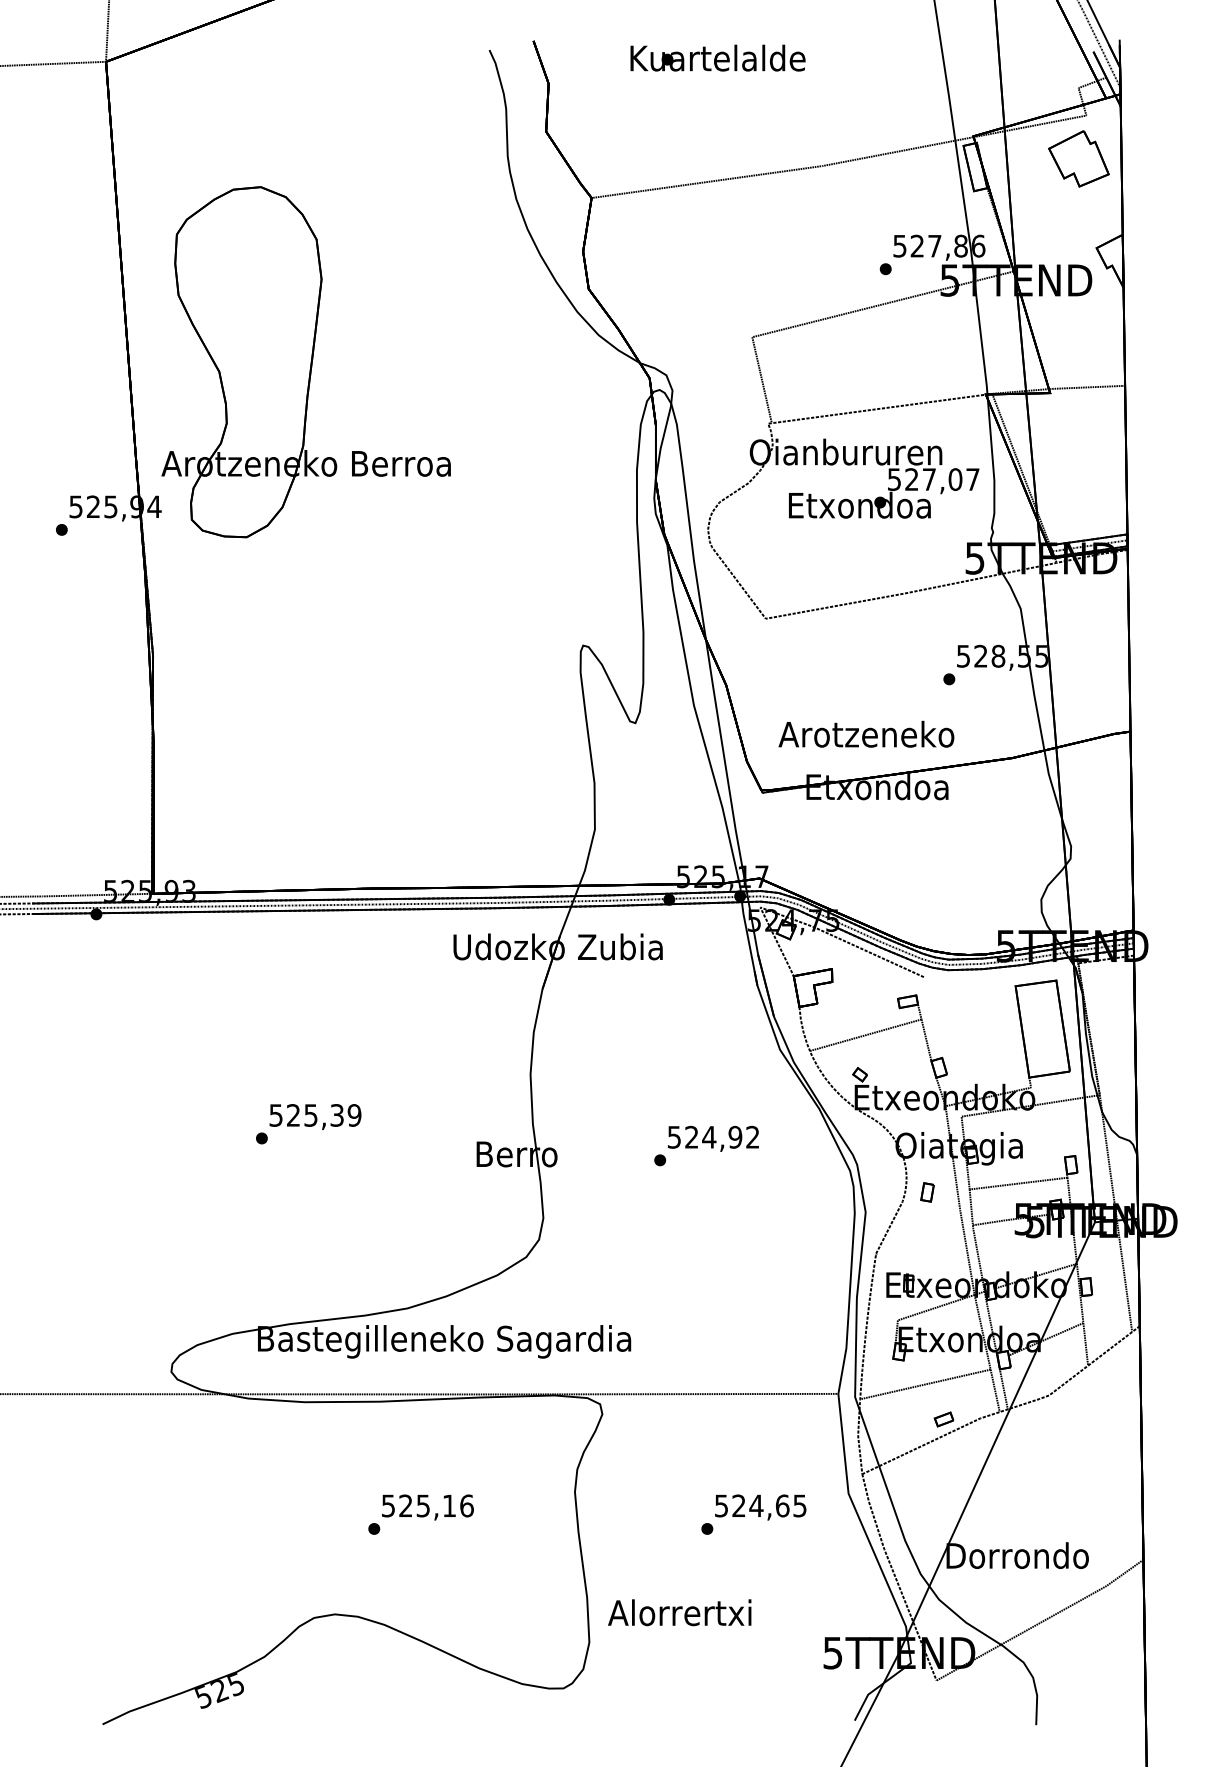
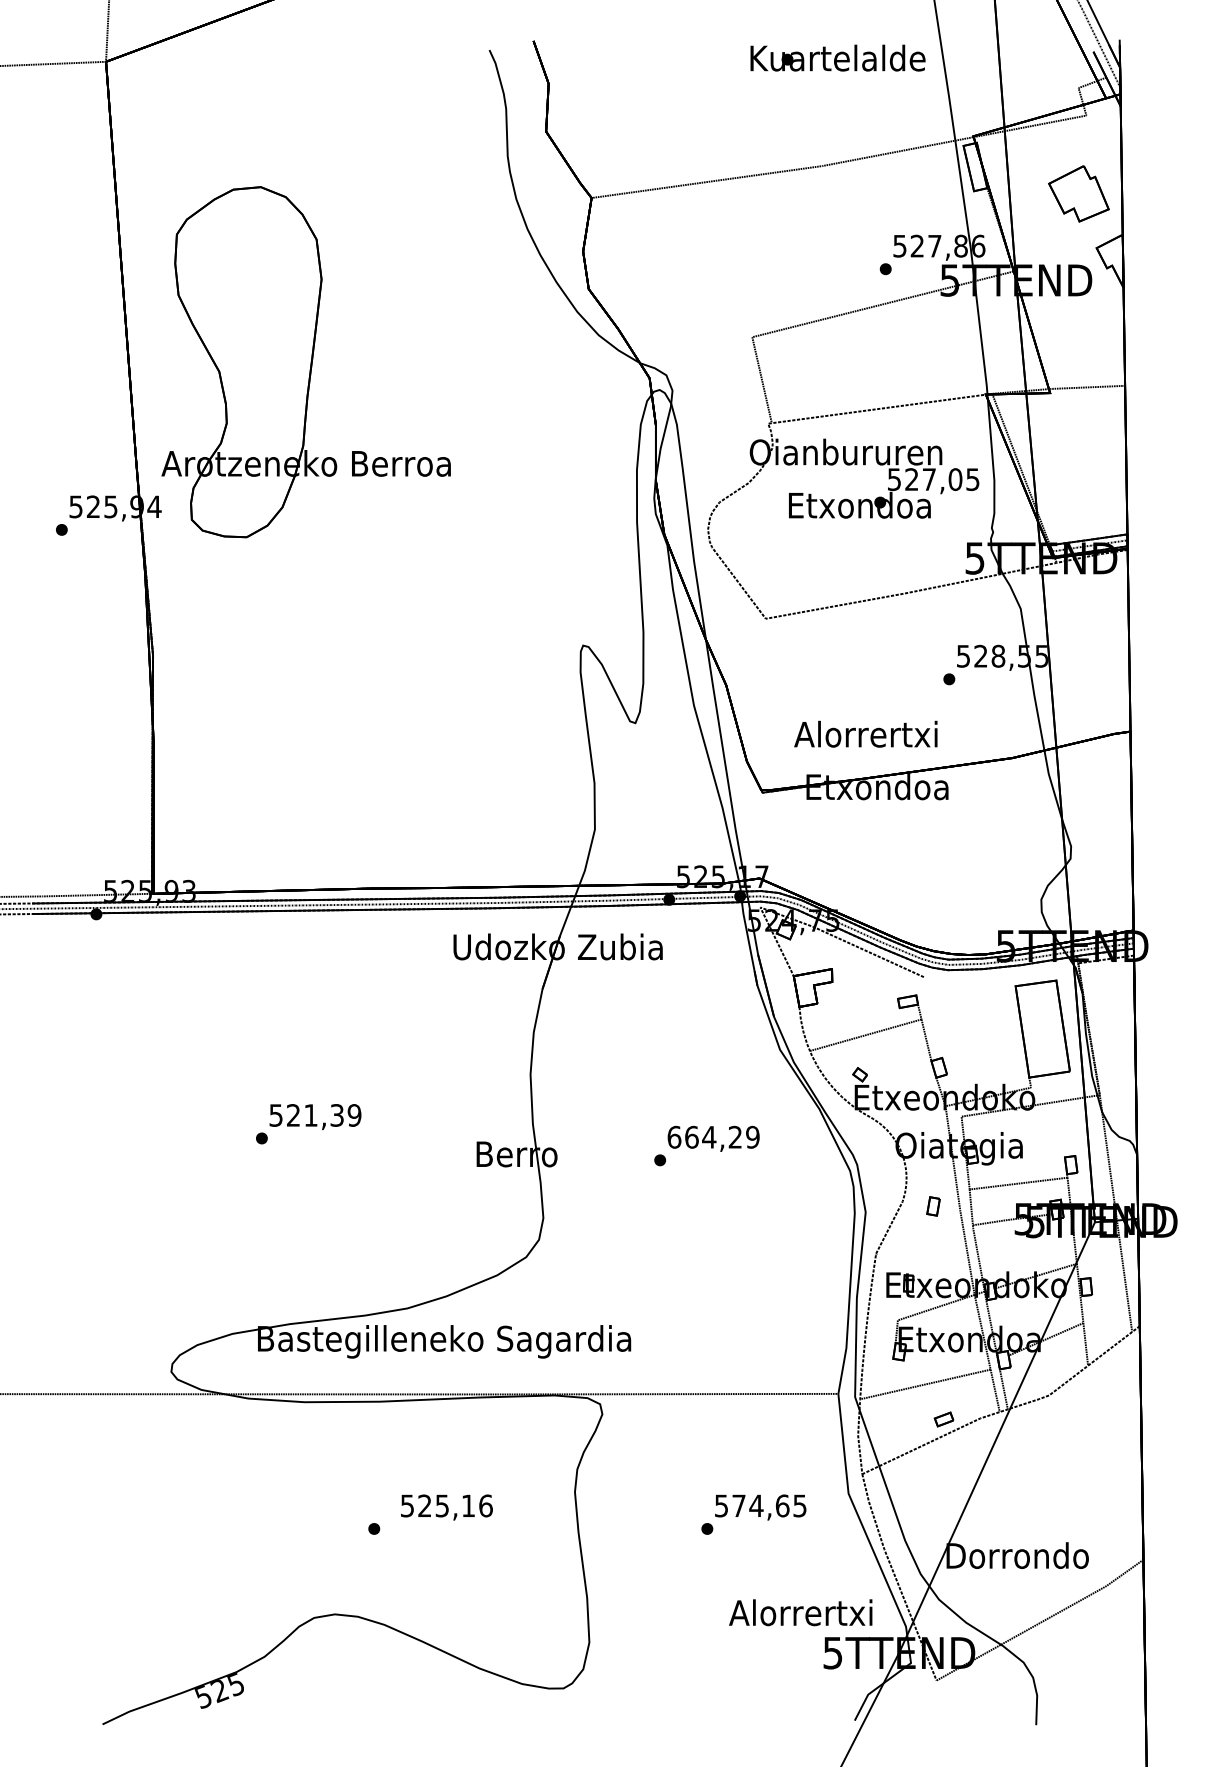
text at (717, 57) position: (717, 57) -> (837, 57)
part at (1078, 158) position: (1078, 158) -> (1078, 193)
text at (972, 479): 527,07 -> 527,05
text at (866, 733): Arotzeneko -> Alorrertxi
text at (310, 1115): 525,39 -> 521,39
text at (713, 1136): 524,92 -> 664,29
part at (927, 1192) position: (927, 1192) -> (933, 1206)
text at (738, 1505): 524,65 -> 574,65
text at (427, 1507) position: (427, 1507) -> (446, 1507)
text at (679, 1612) position: (679, 1612) -> (800, 1612)
